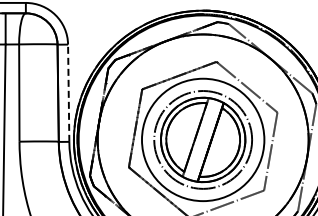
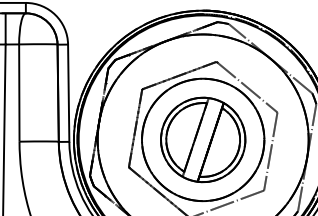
line at (68, 93): dashed -> solid
circle at (203, 139) diameter: 98 px -> 122 px
